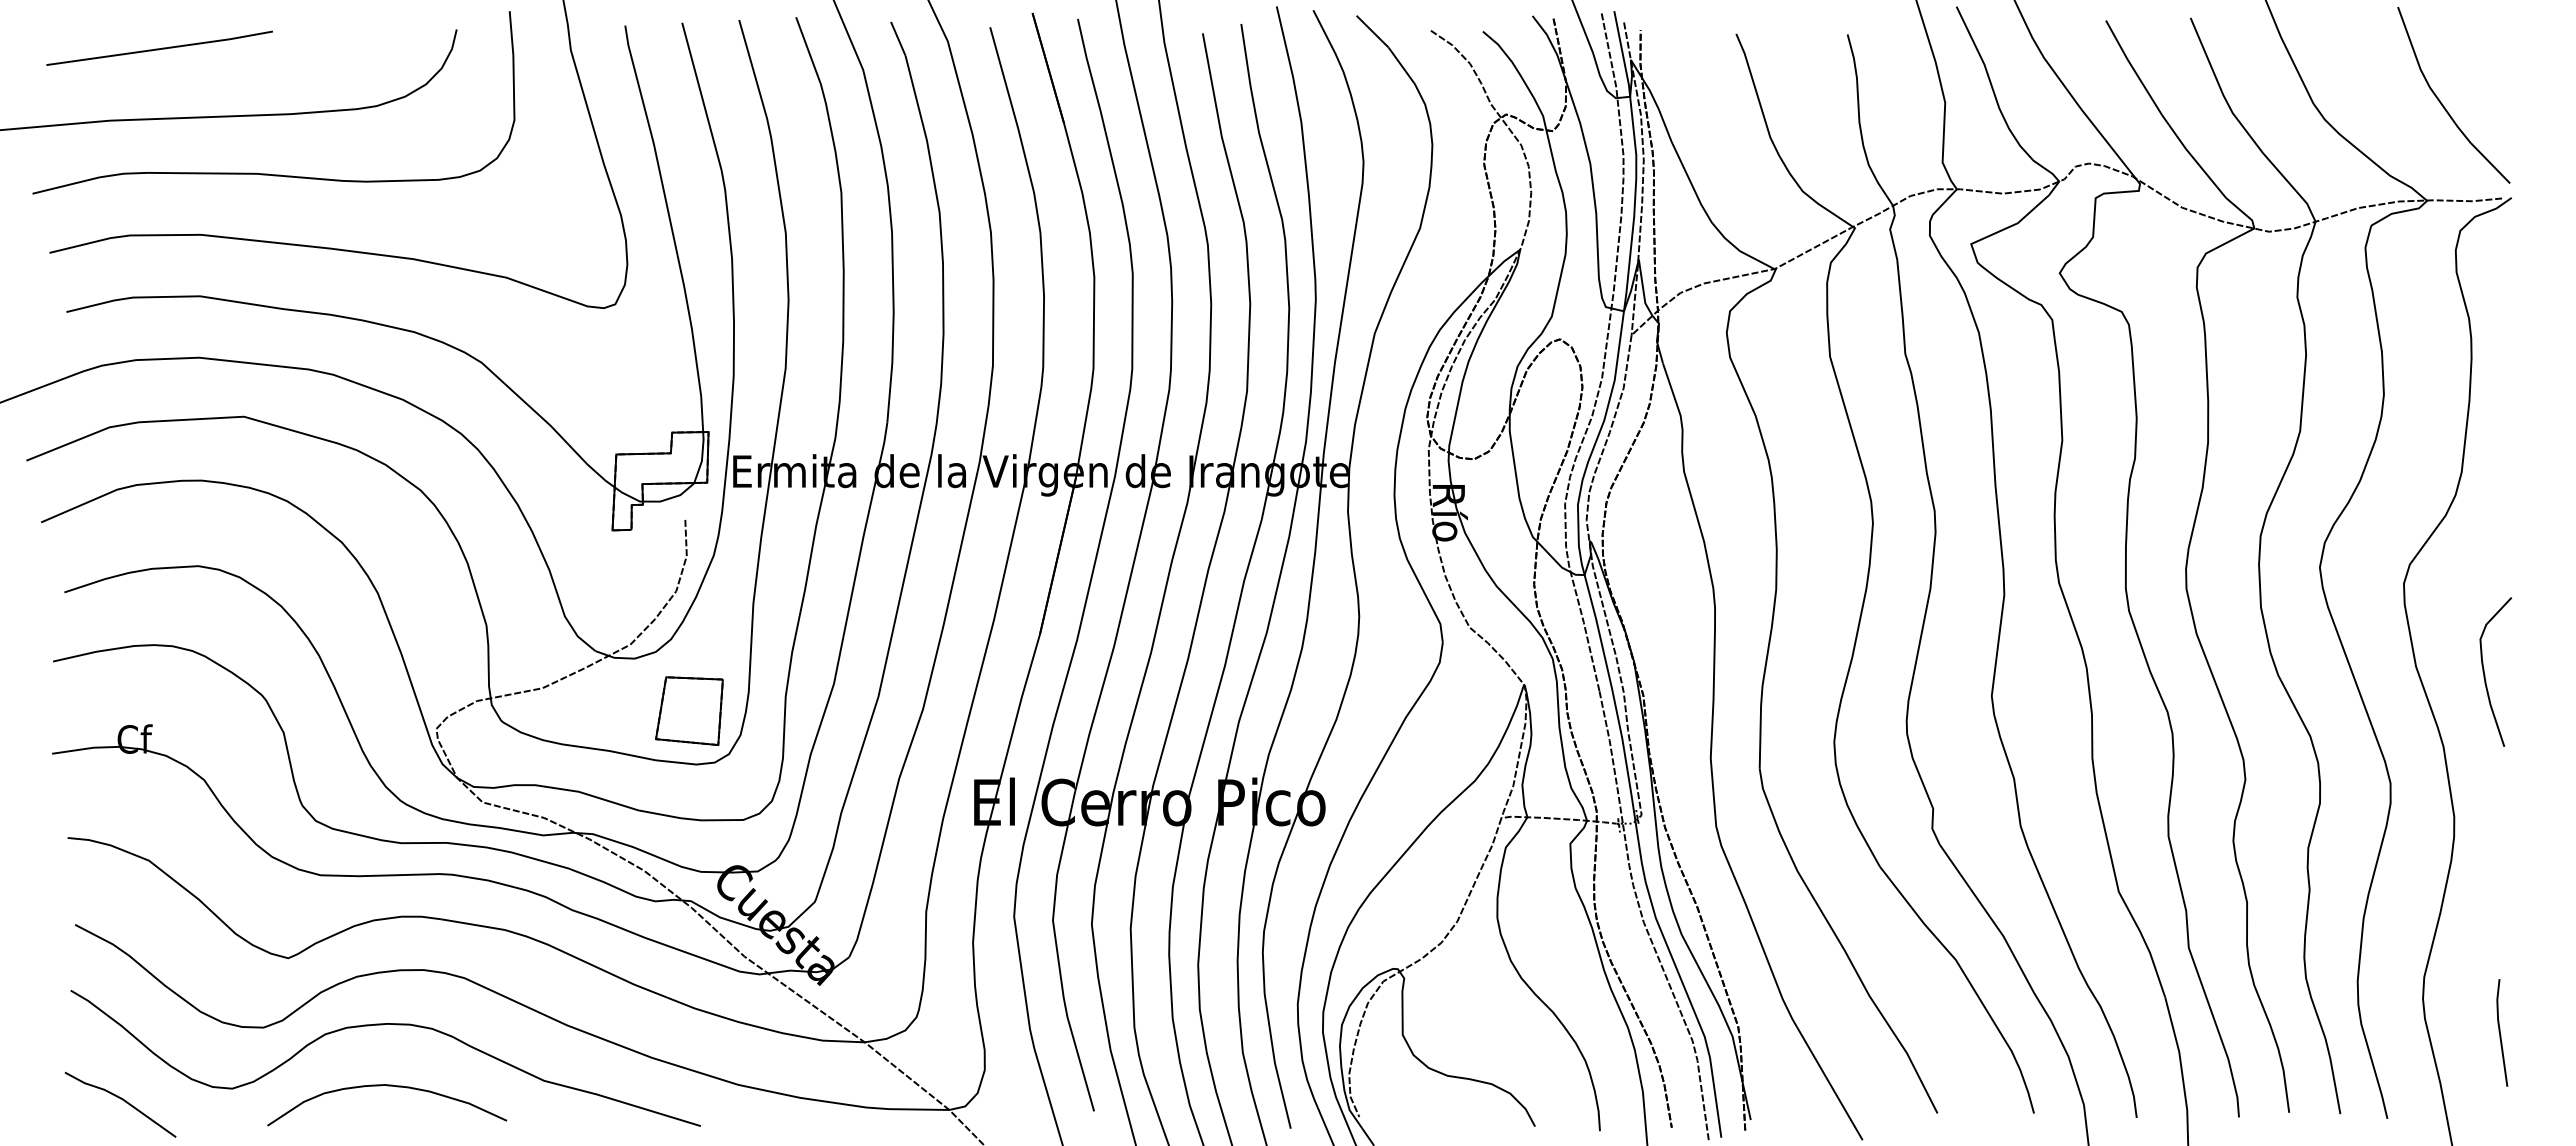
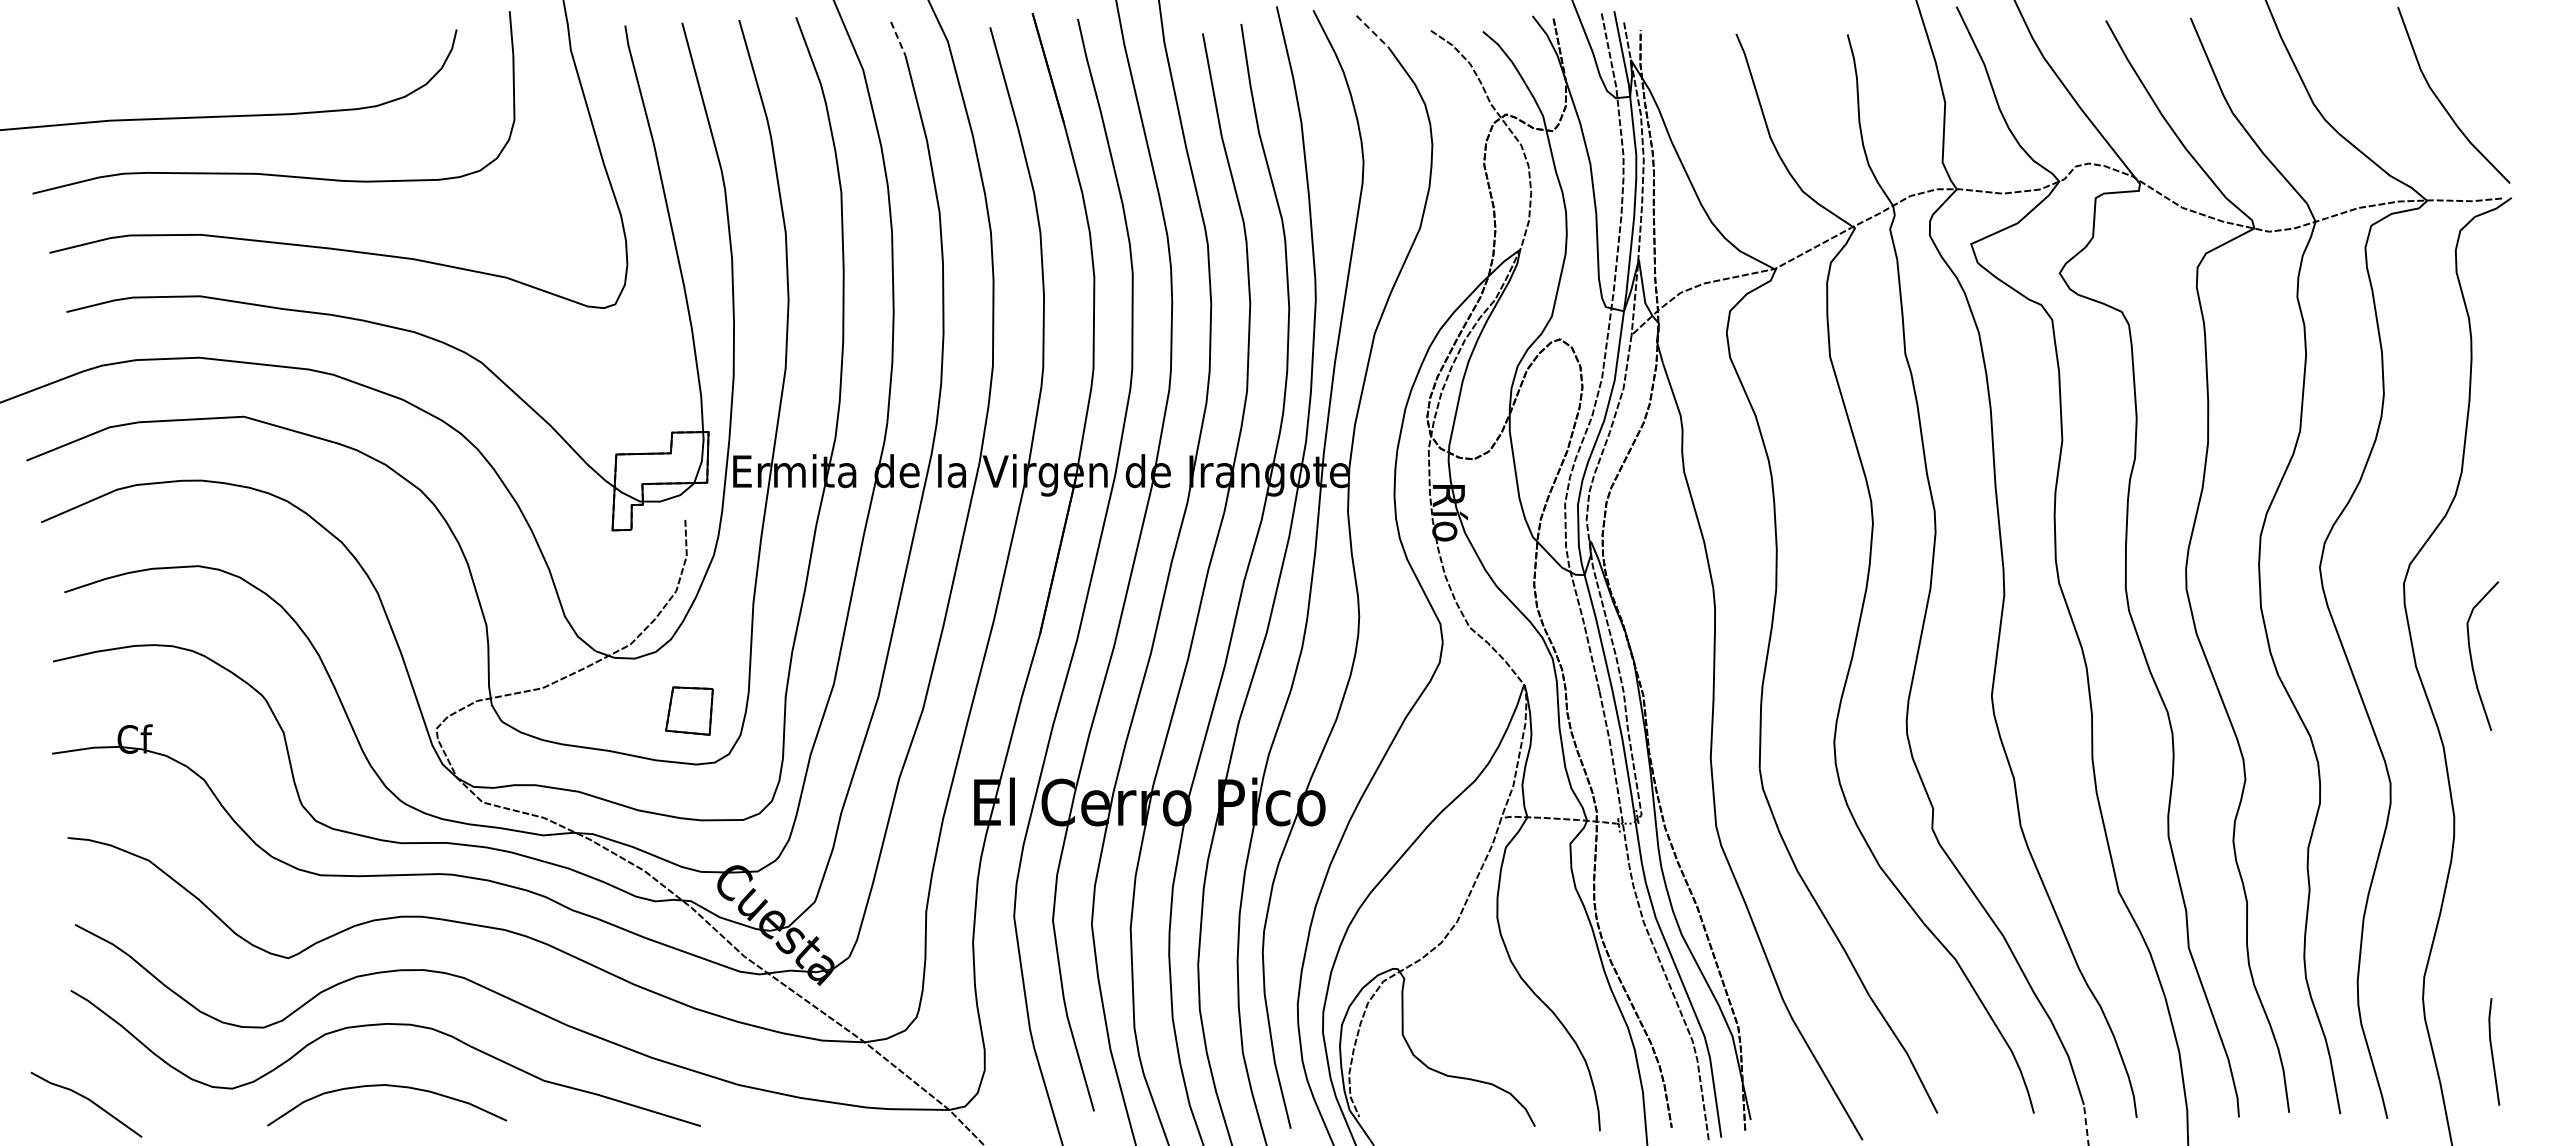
line at (1372, 31): solid -> dashed
line at (898, 39): solid -> dashed
line at (159, 48): present -> none
curve at (2485, 674) position: (2485, 674) -> (2472, 658)
part at (689, 710) size: 69x70 px -> 49x50 px
line at (2500, 1032) position: (2500, 1032) -> (2492, 1051)
line at (122, 1100) position: (122, 1100) -> (88, 1100)
line at (2086, 1124): solid -> dashed
